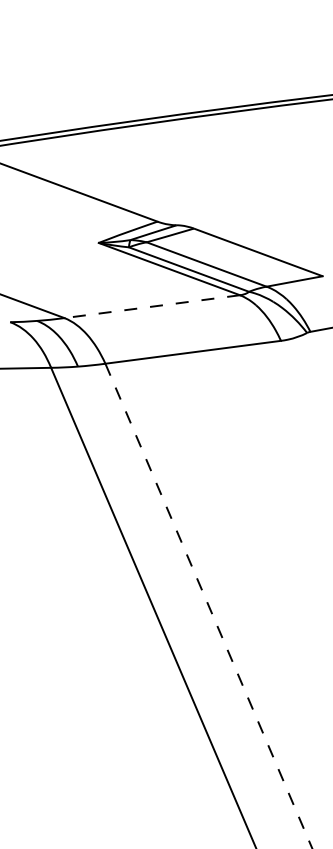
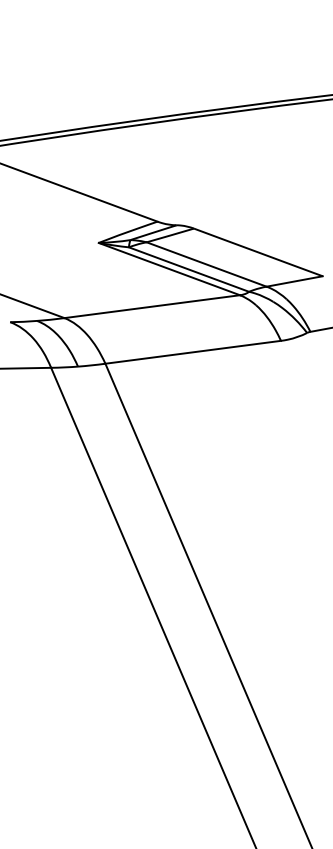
line at (152, 306): dashed -> solid
line at (209, 606): dashed -> solid
